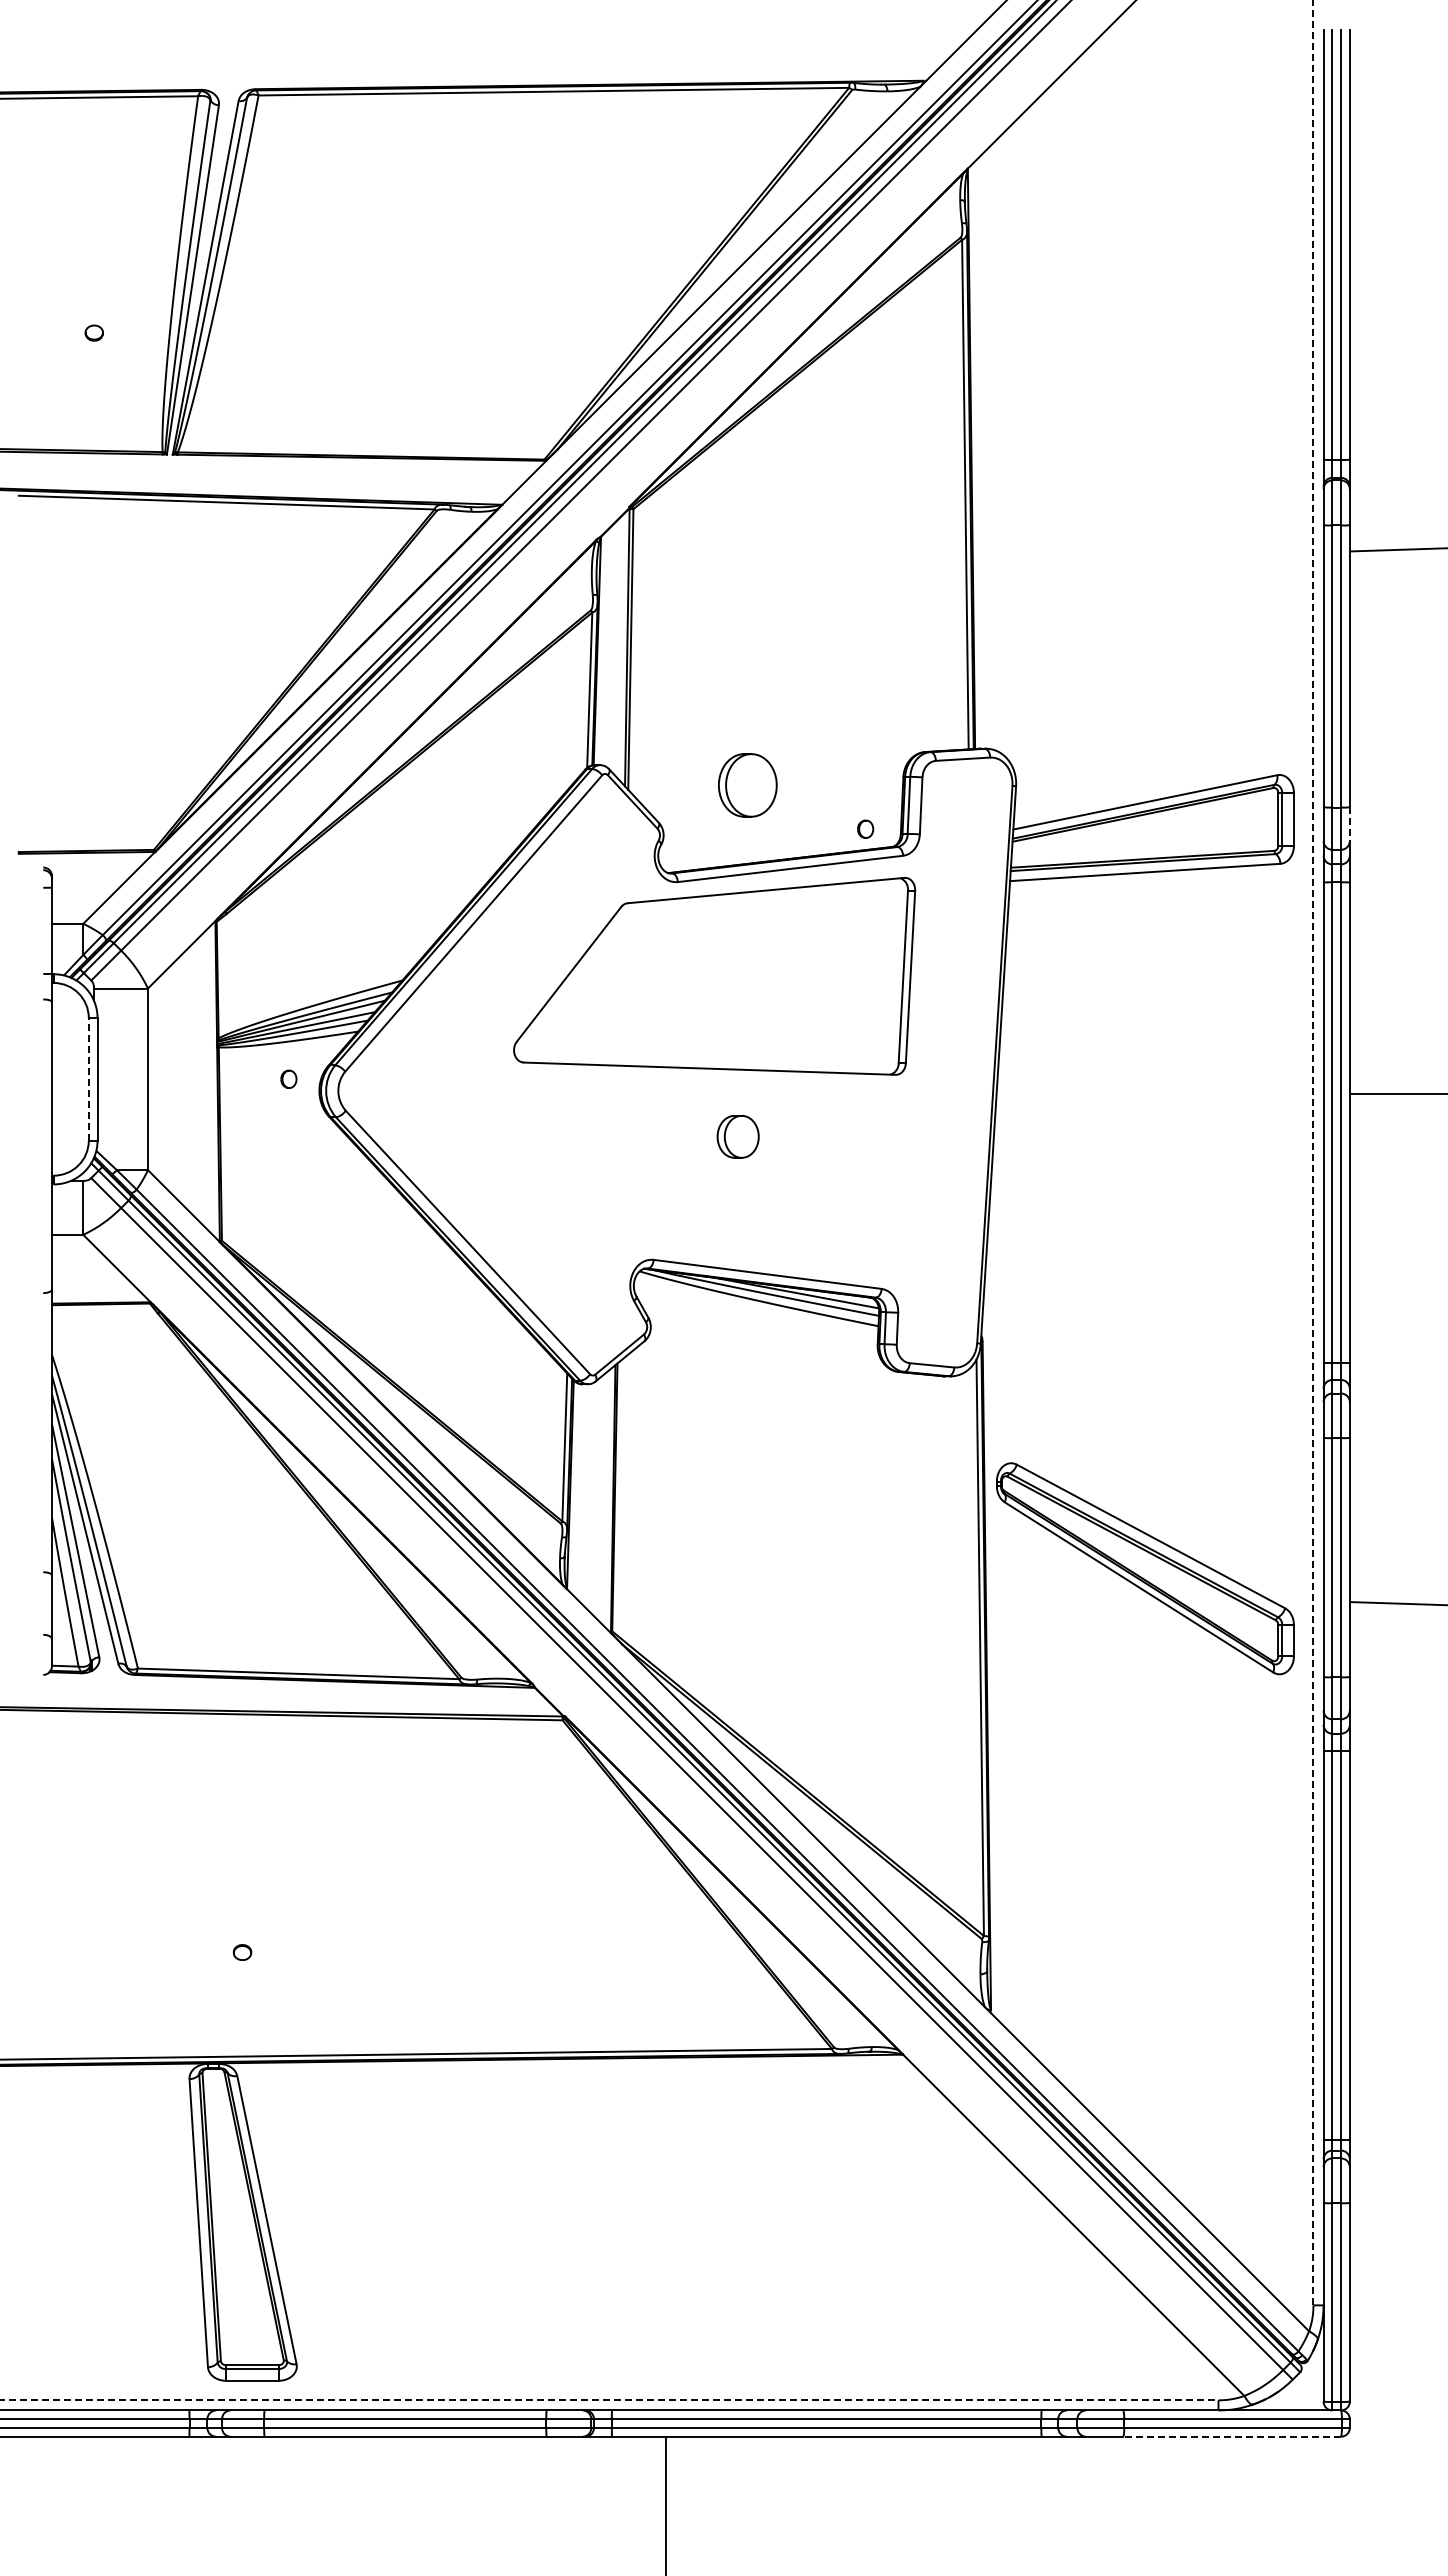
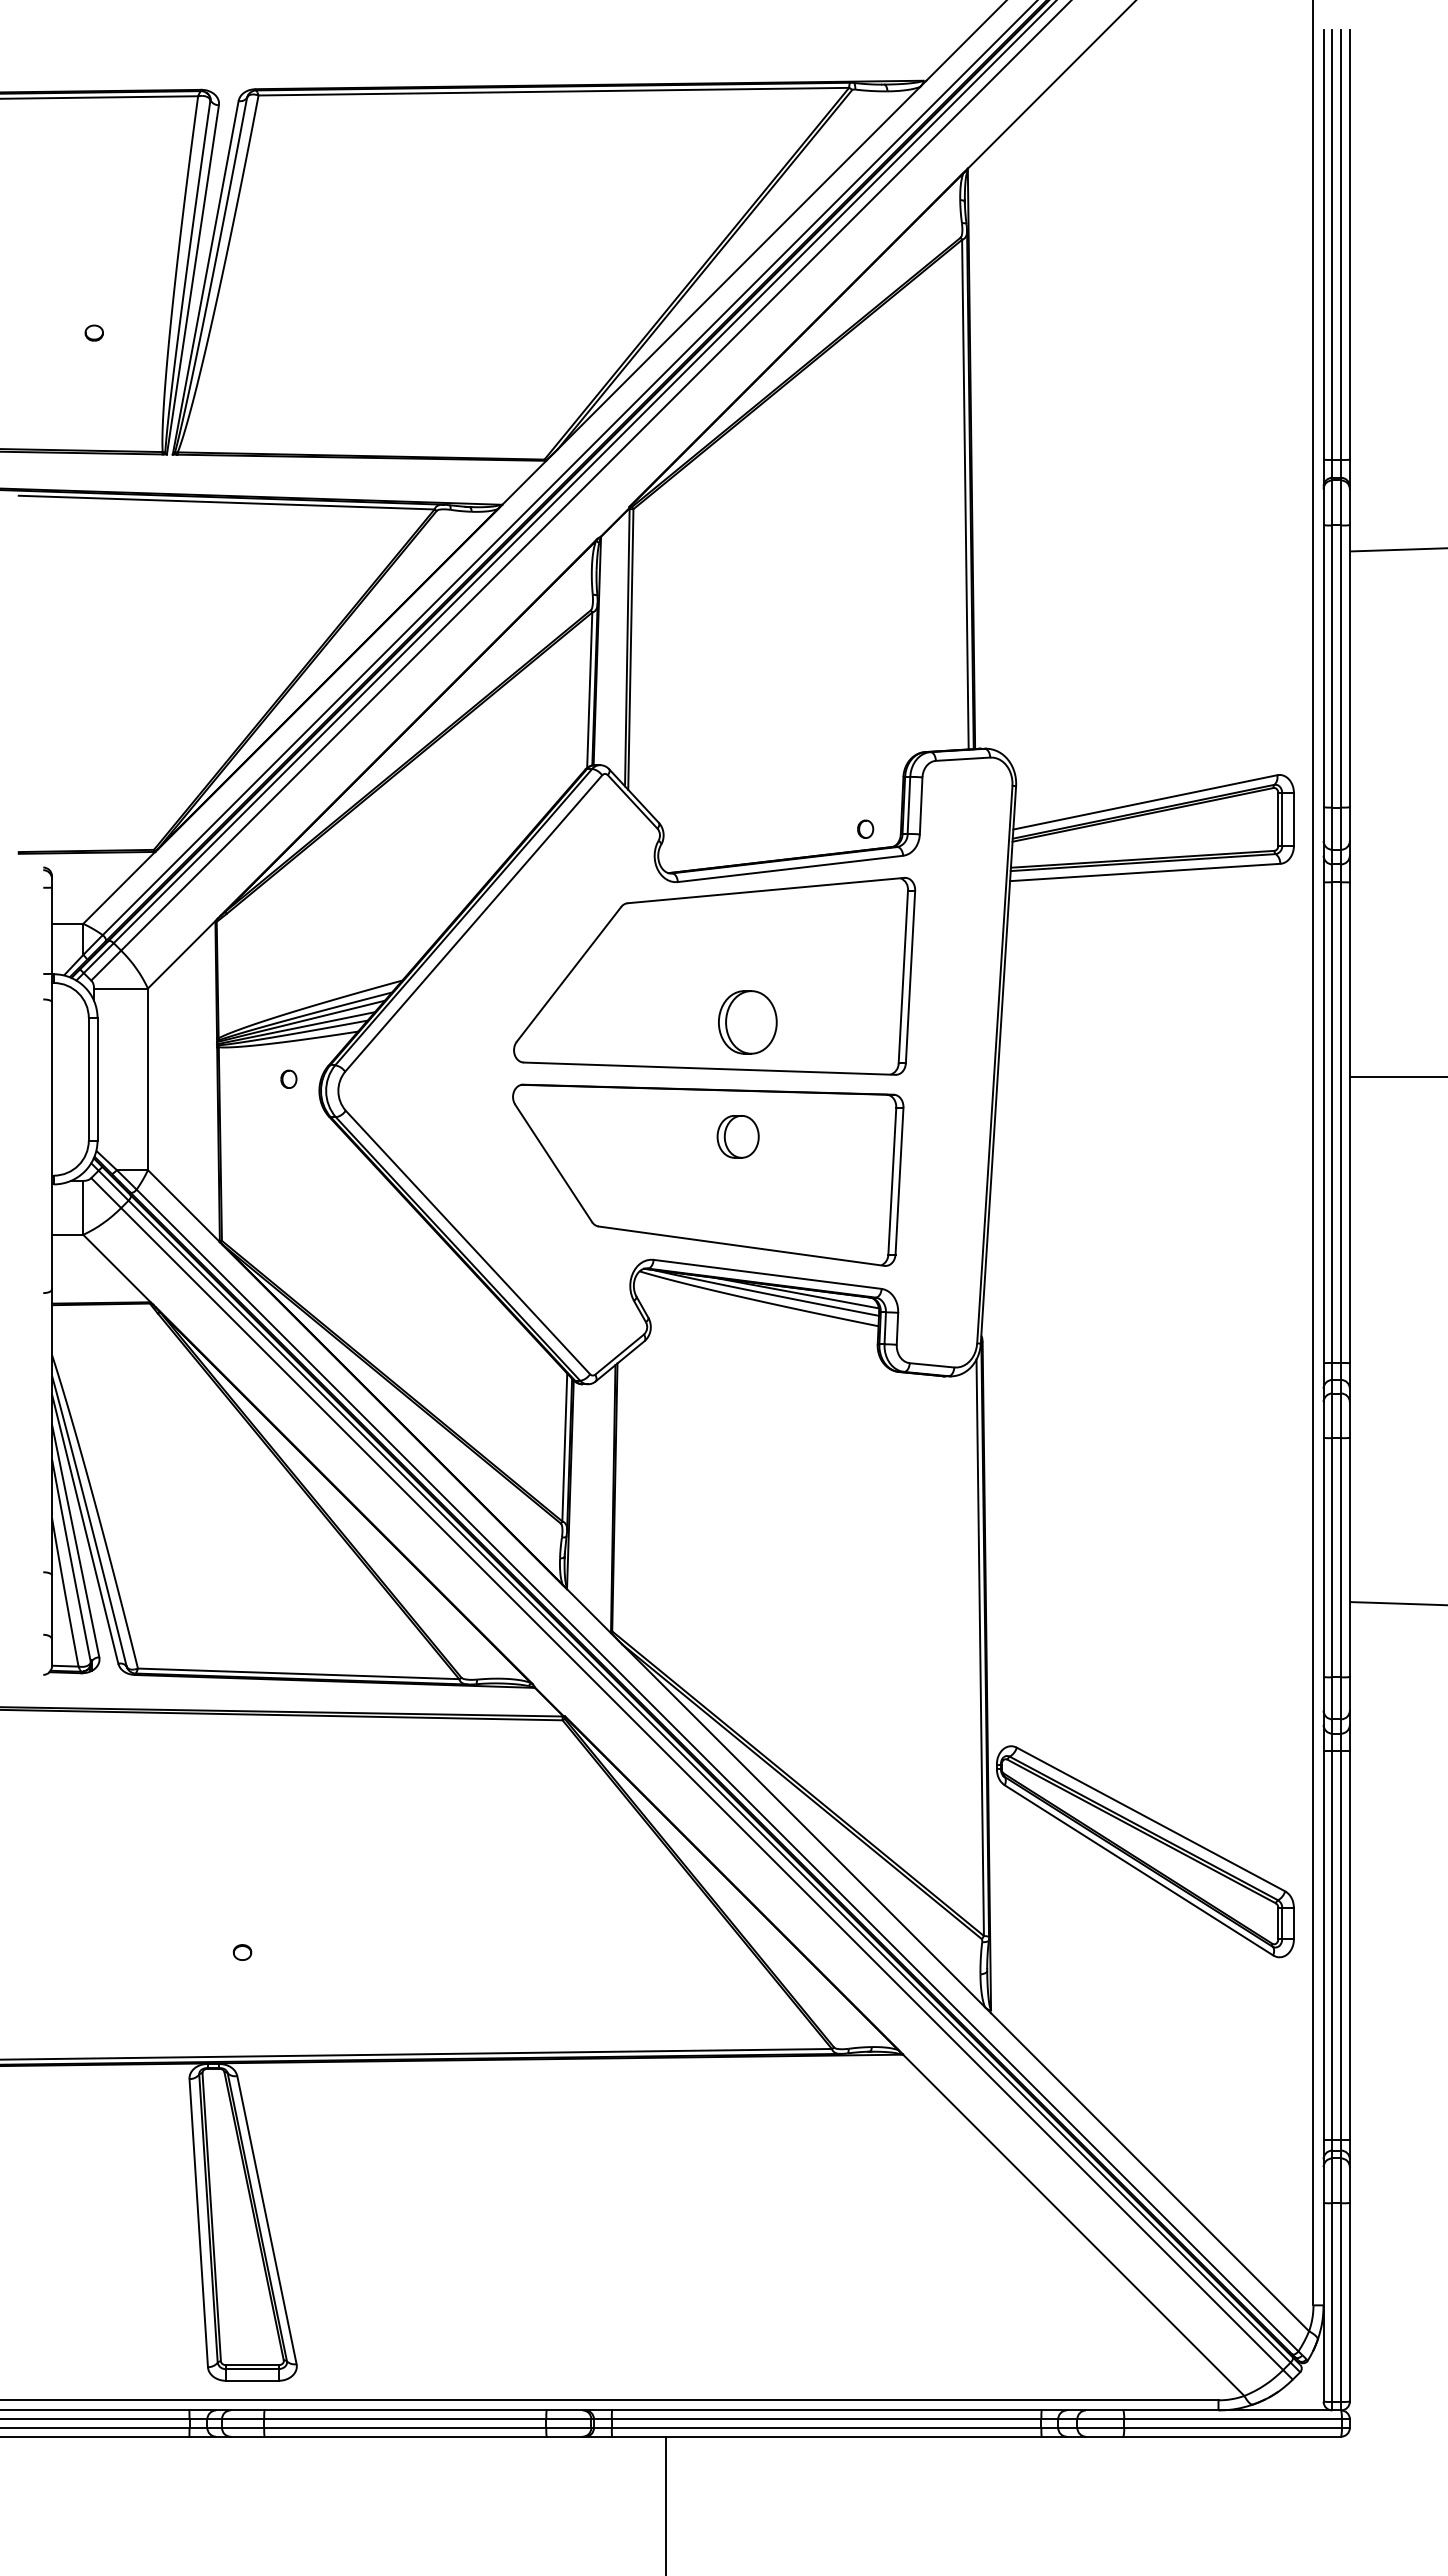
part at (747, 785) position: (747, 785) -> (747, 1022)
line at (1349, 824): dashed -> solid
line at (88, 1078): dashed -> solid
line at (1396, 1093) position: (1396, 1093) -> (1396, 1076)
line at (1313, 1152): dashed -> solid
part at (708, 1174): none -> present
part at (1145, 1568) position: (1145, 1568) -> (1145, 1851)
line at (609, 2400): dashed -> solid
line at (1232, 2436): dashed -> solid
